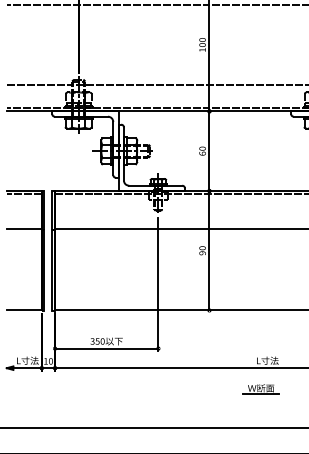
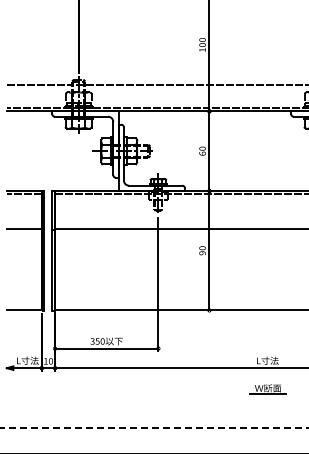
line at (155, 5): present -> none
part at (260, 389) position: (260, 389) -> (267, 389)
line at (154, 427): solid -> dashed
